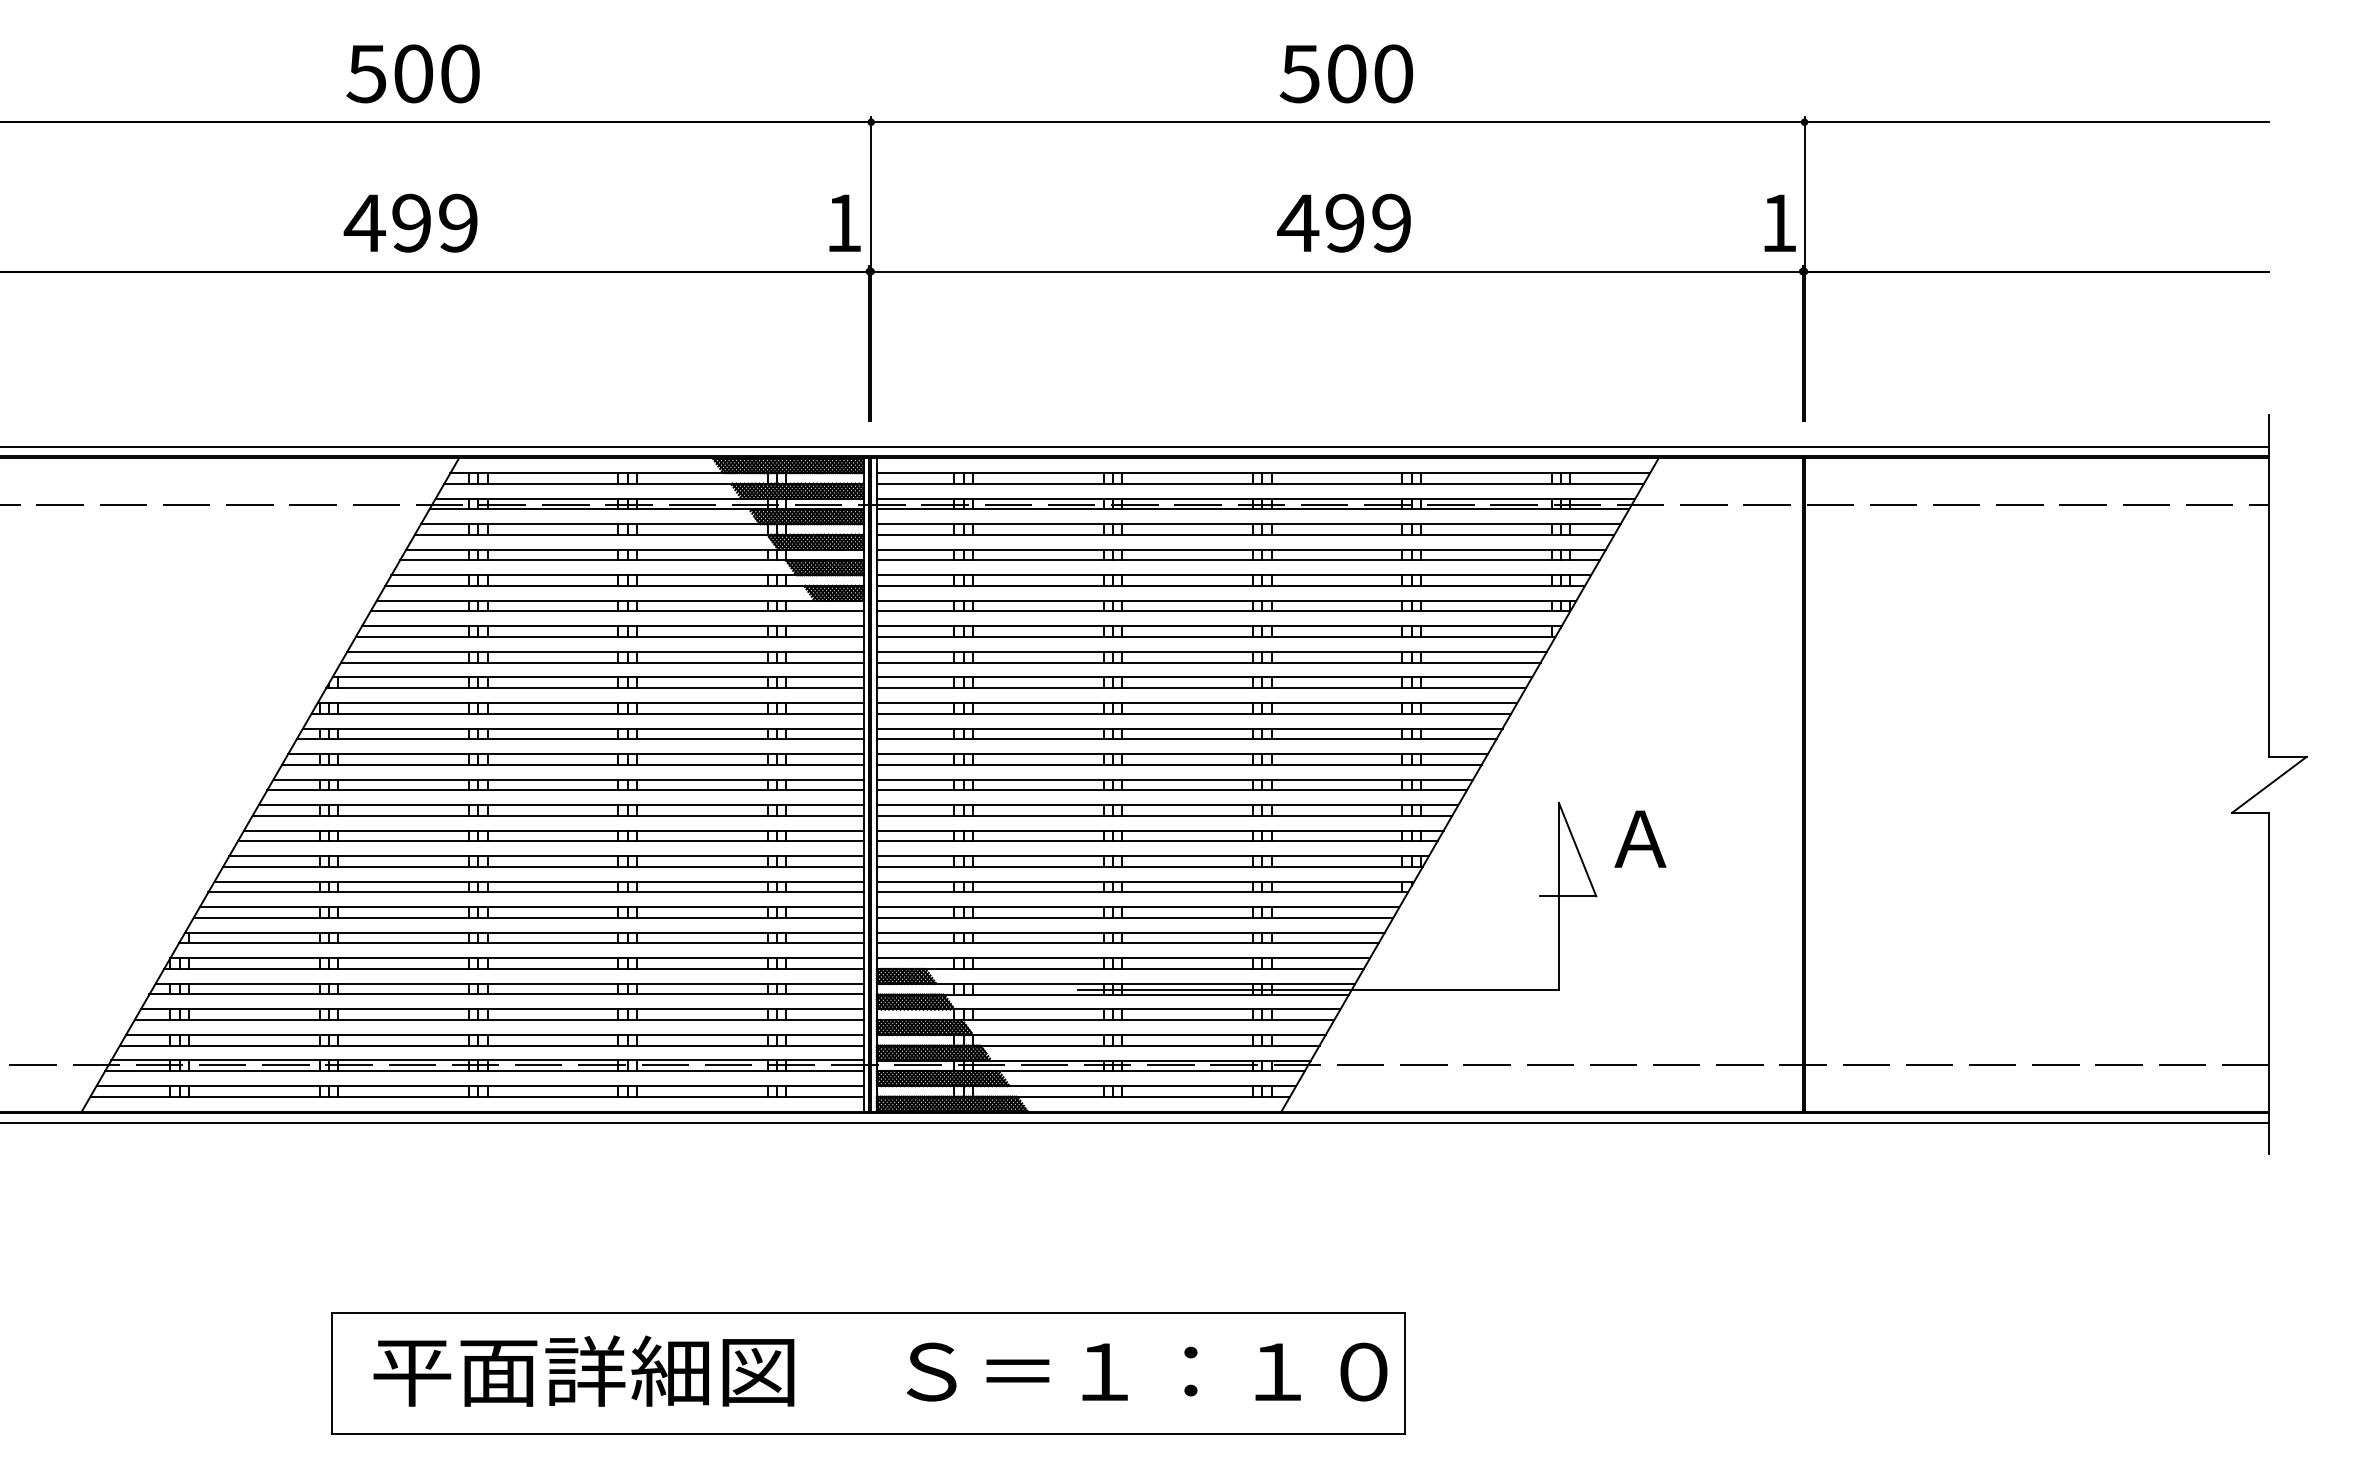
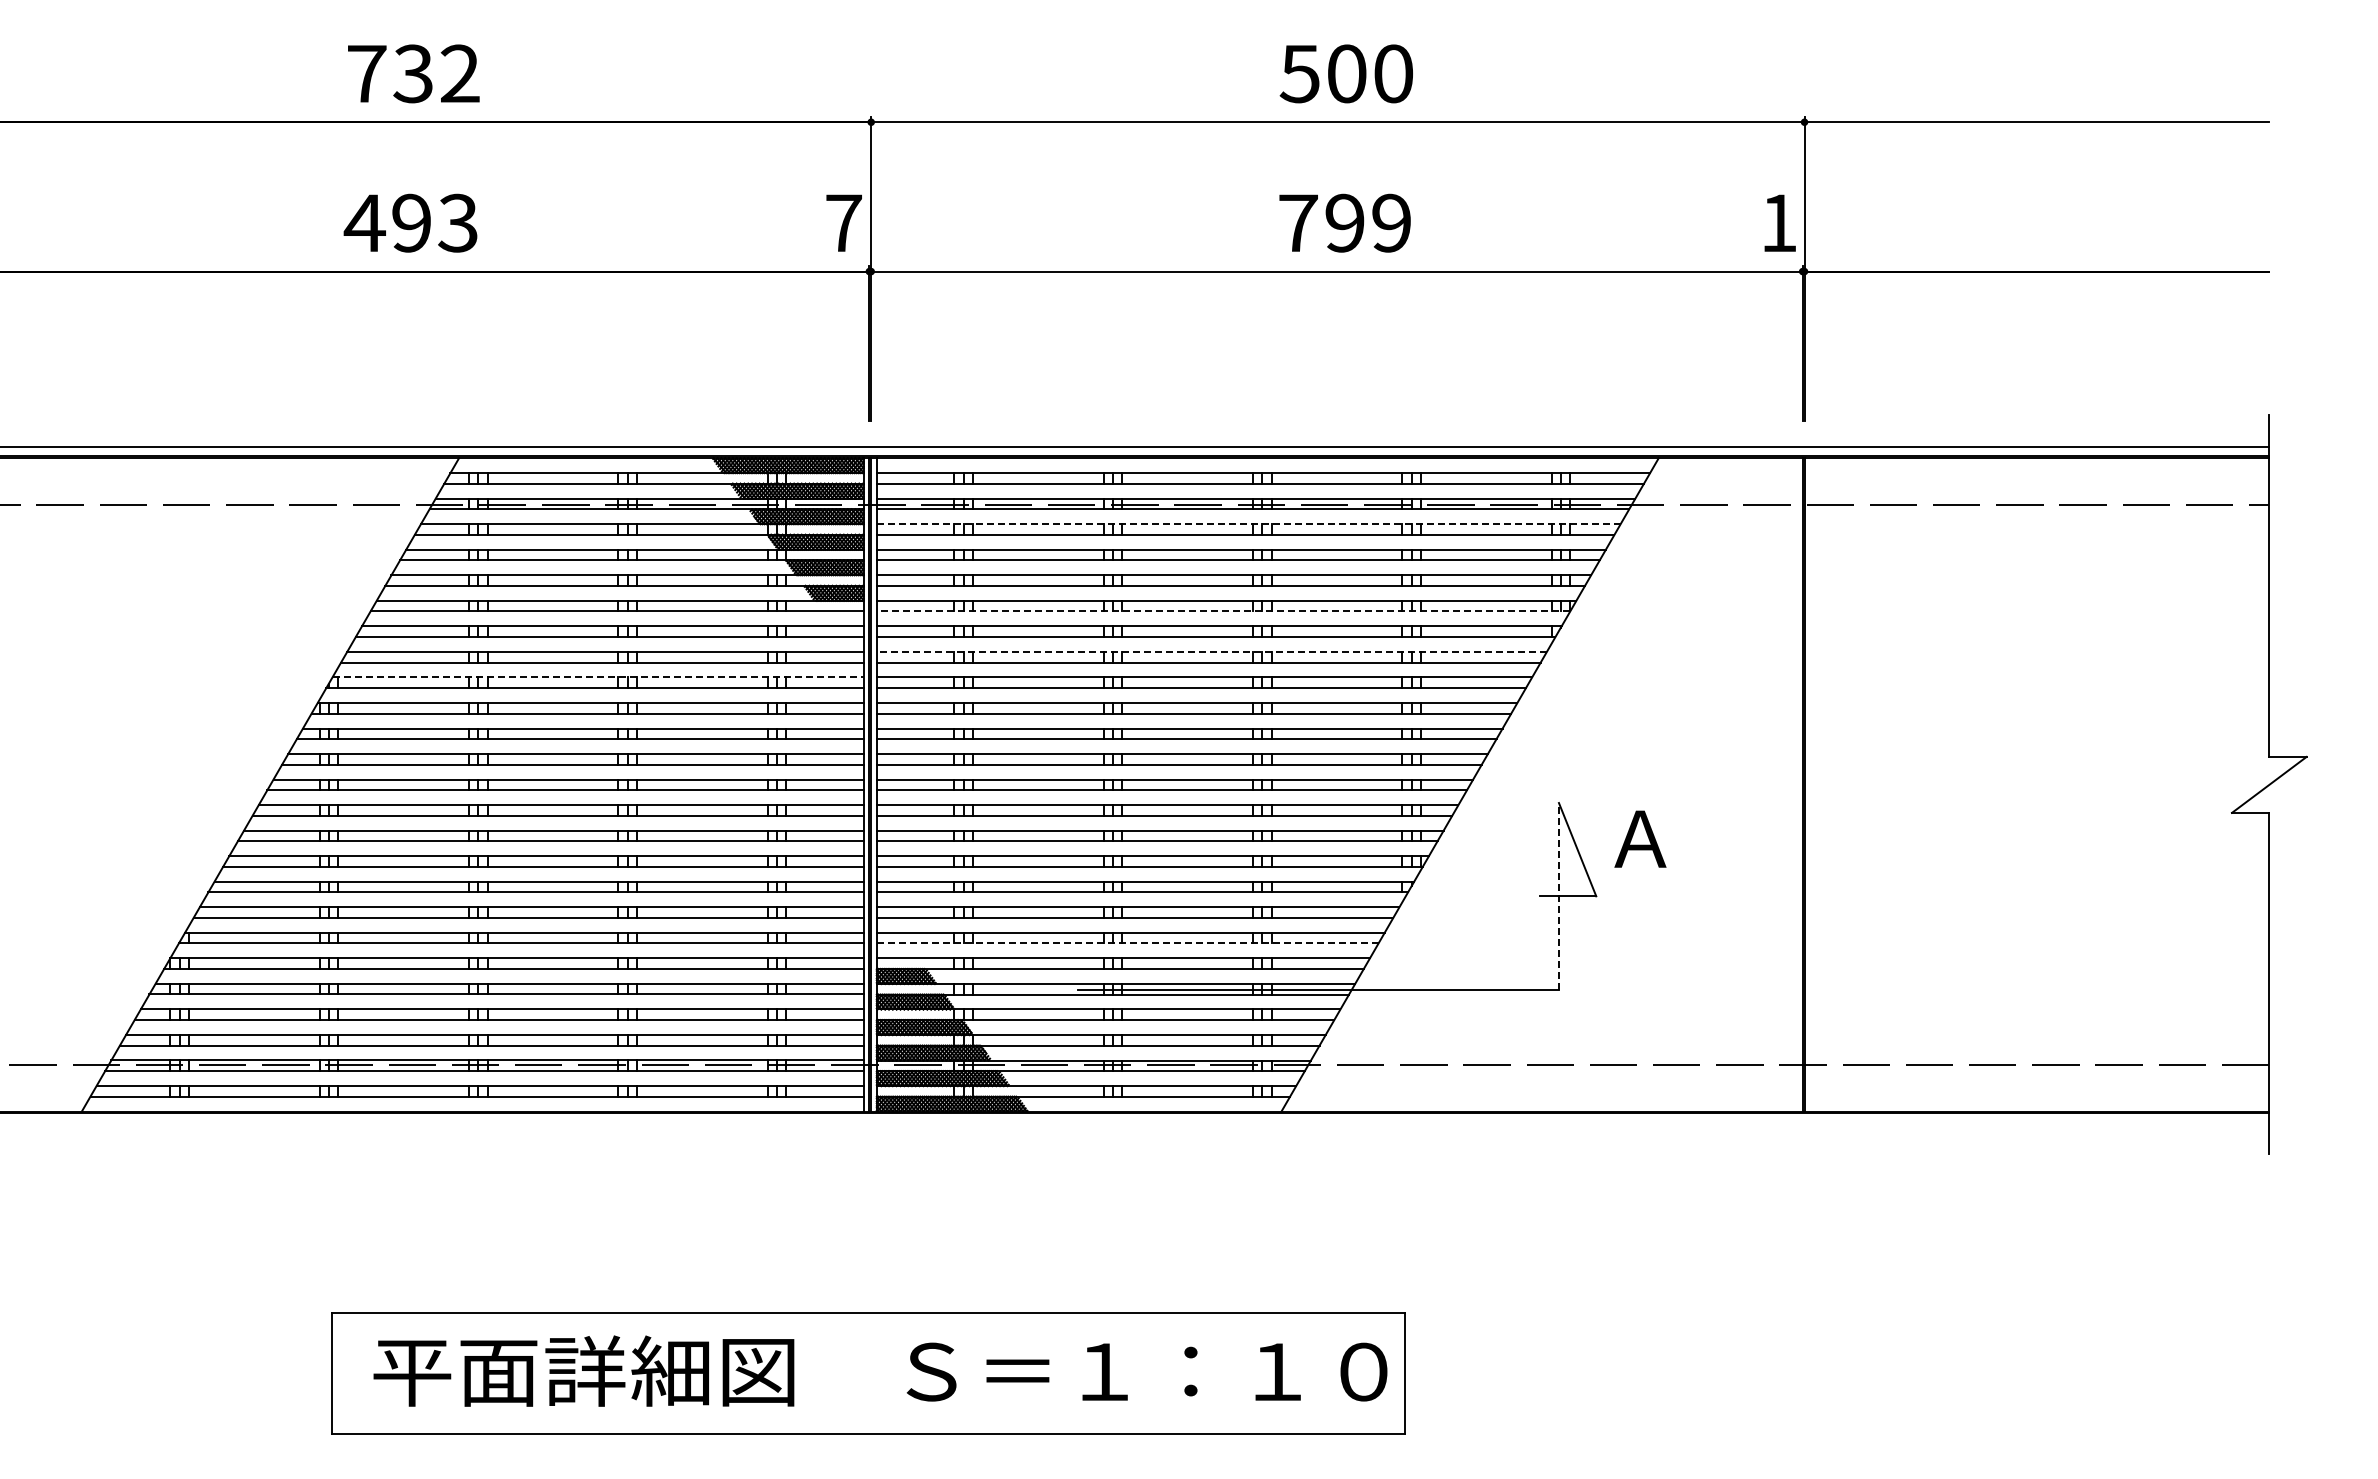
text at (412, 73): 500 -> 732
text at (843, 222): 1 -> 7
text at (1298, 222): 499 -> 799
text at (457, 223): 499 -> 493
line at (1248, 524): solid -> dashed
line at (1223, 611): solid -> dashed
line at (1211, 651): solid -> dashed
line at (598, 677): solid -> dashed
line at (1558, 895): solid -> dashed
line at (1127, 943): solid -> dashed
line at (1135, 1122): present -> none
